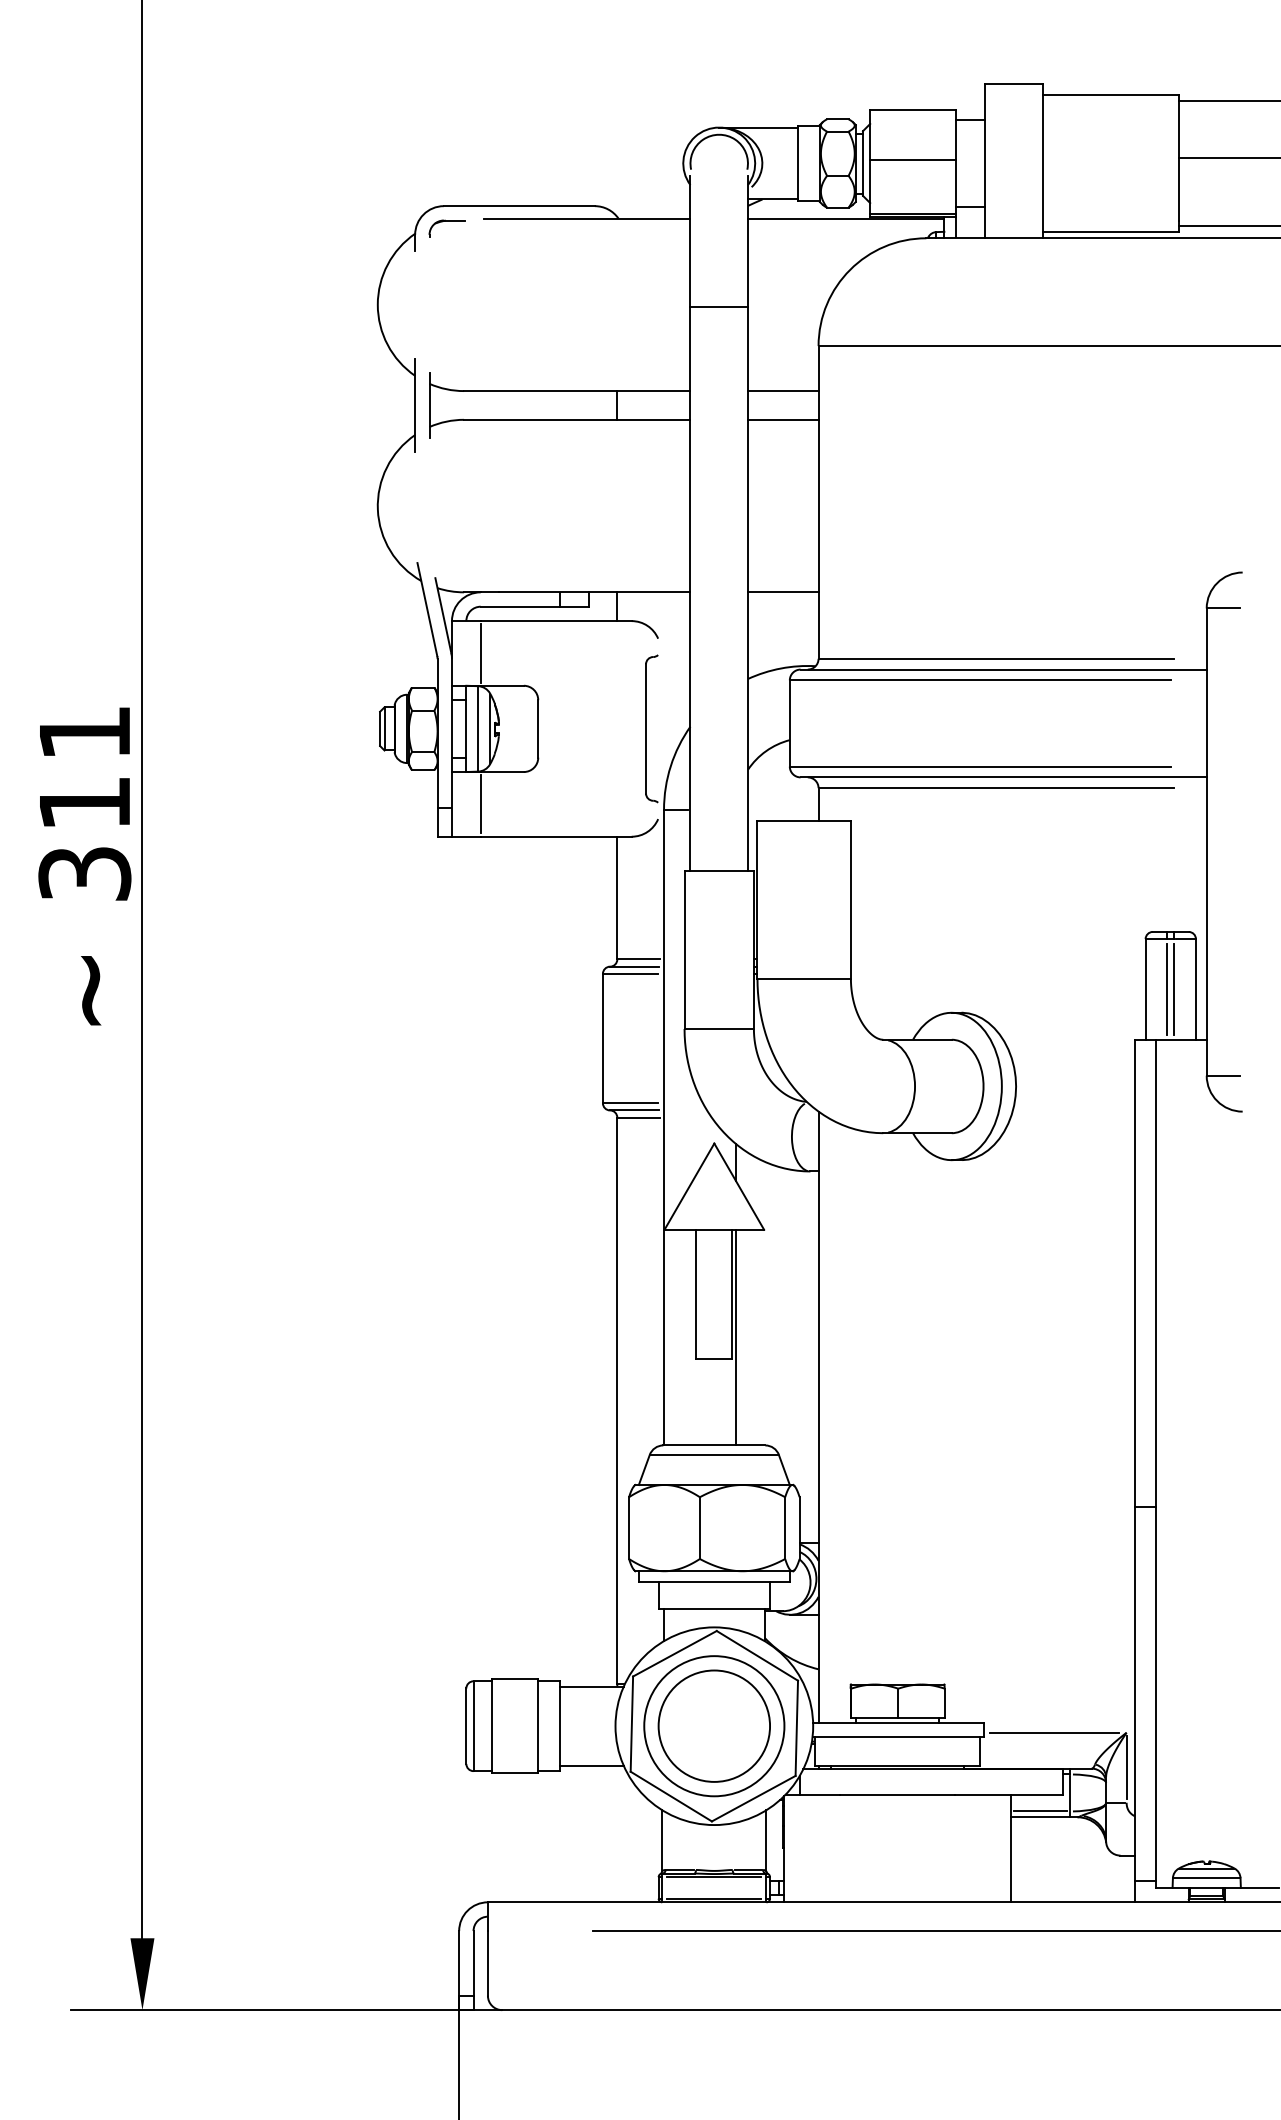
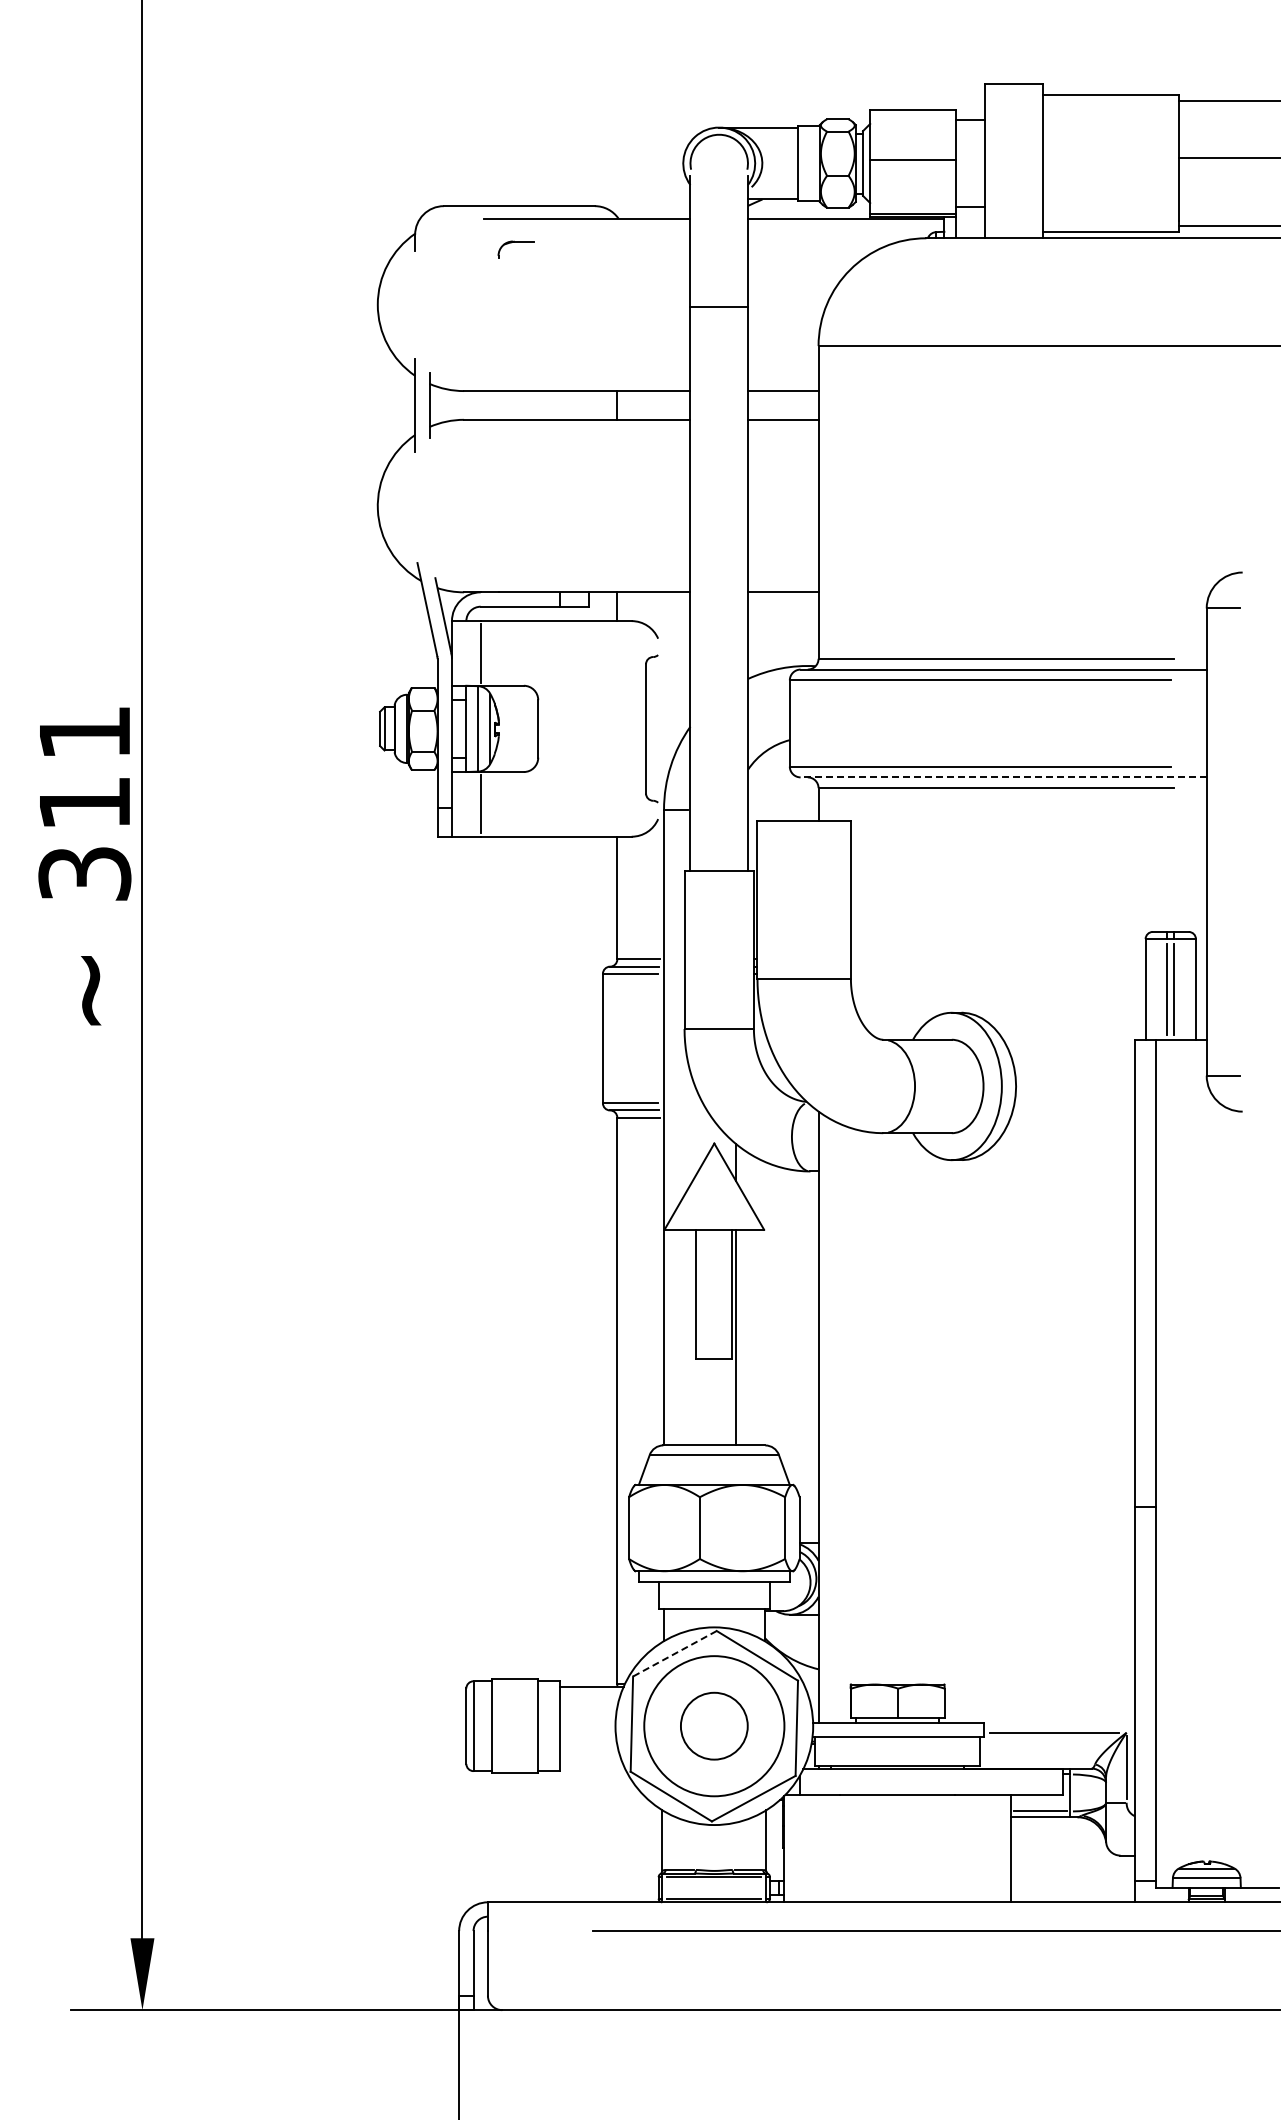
part at (446, 221) position: (446, 221) -> (515, 242)
line at (1003, 777): solid -> dashed
line at (674, 1653): solid -> dashed
circle at (714, 1725) diameter: 111 px -> 67 px
line at (591, 1765): present -> none
